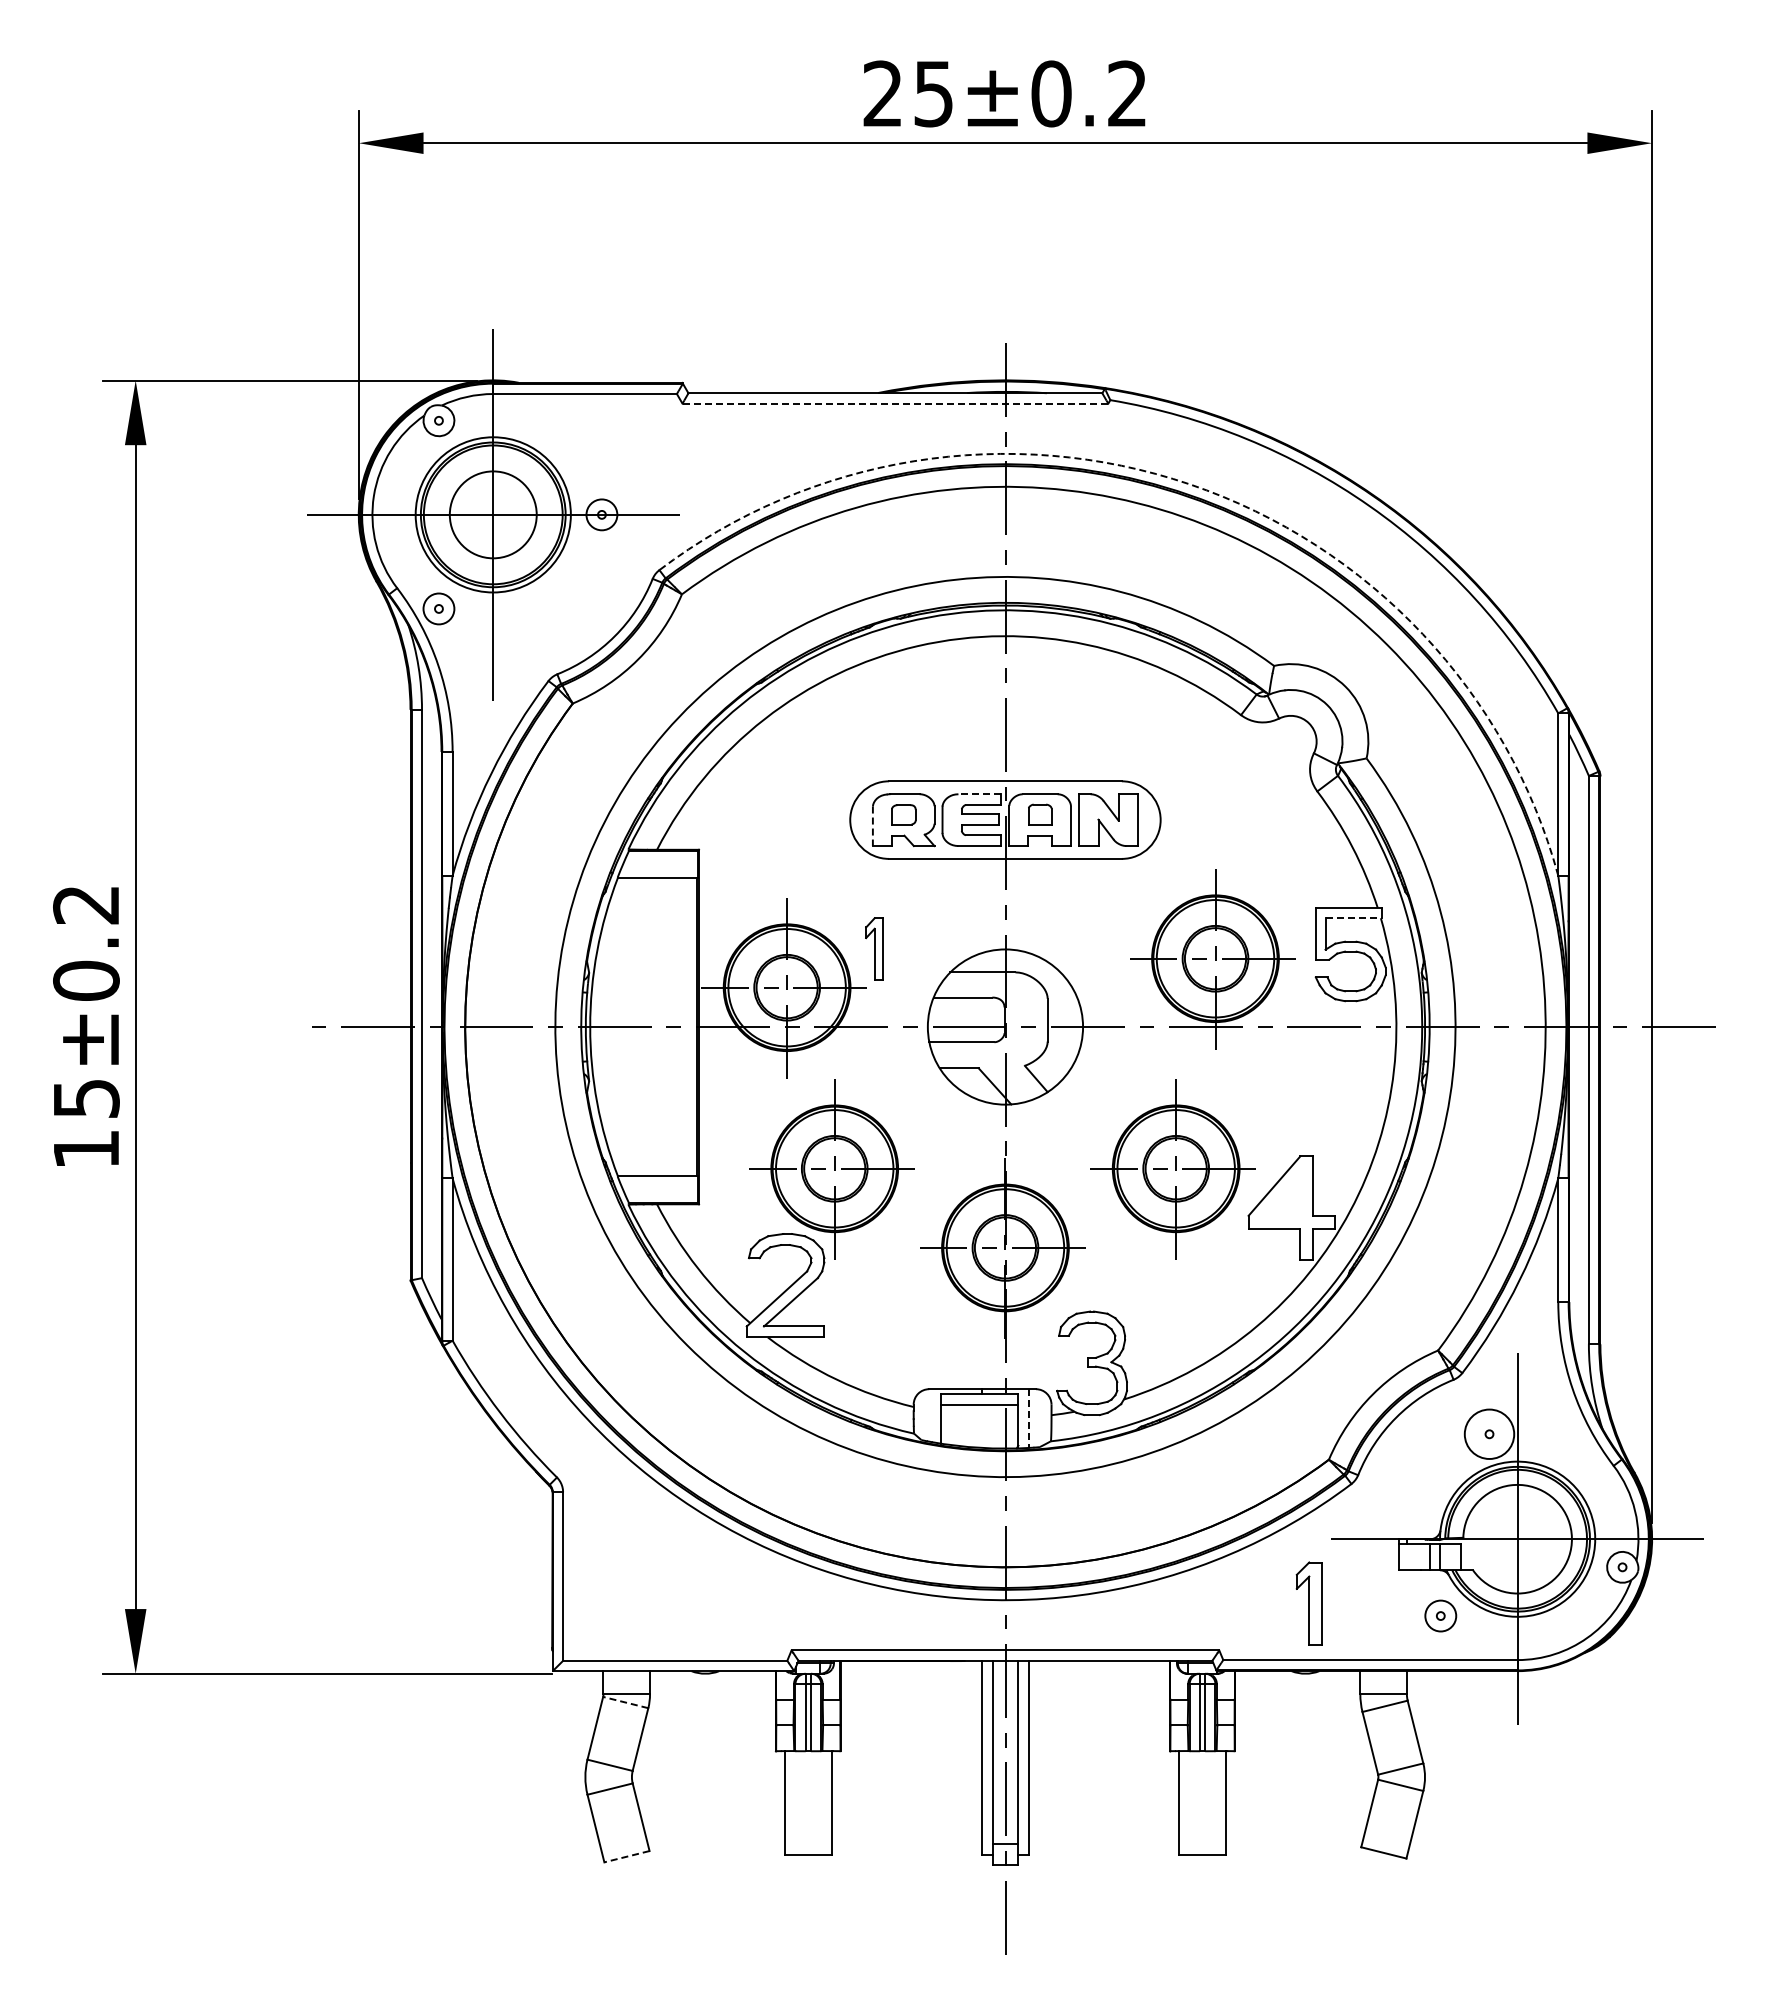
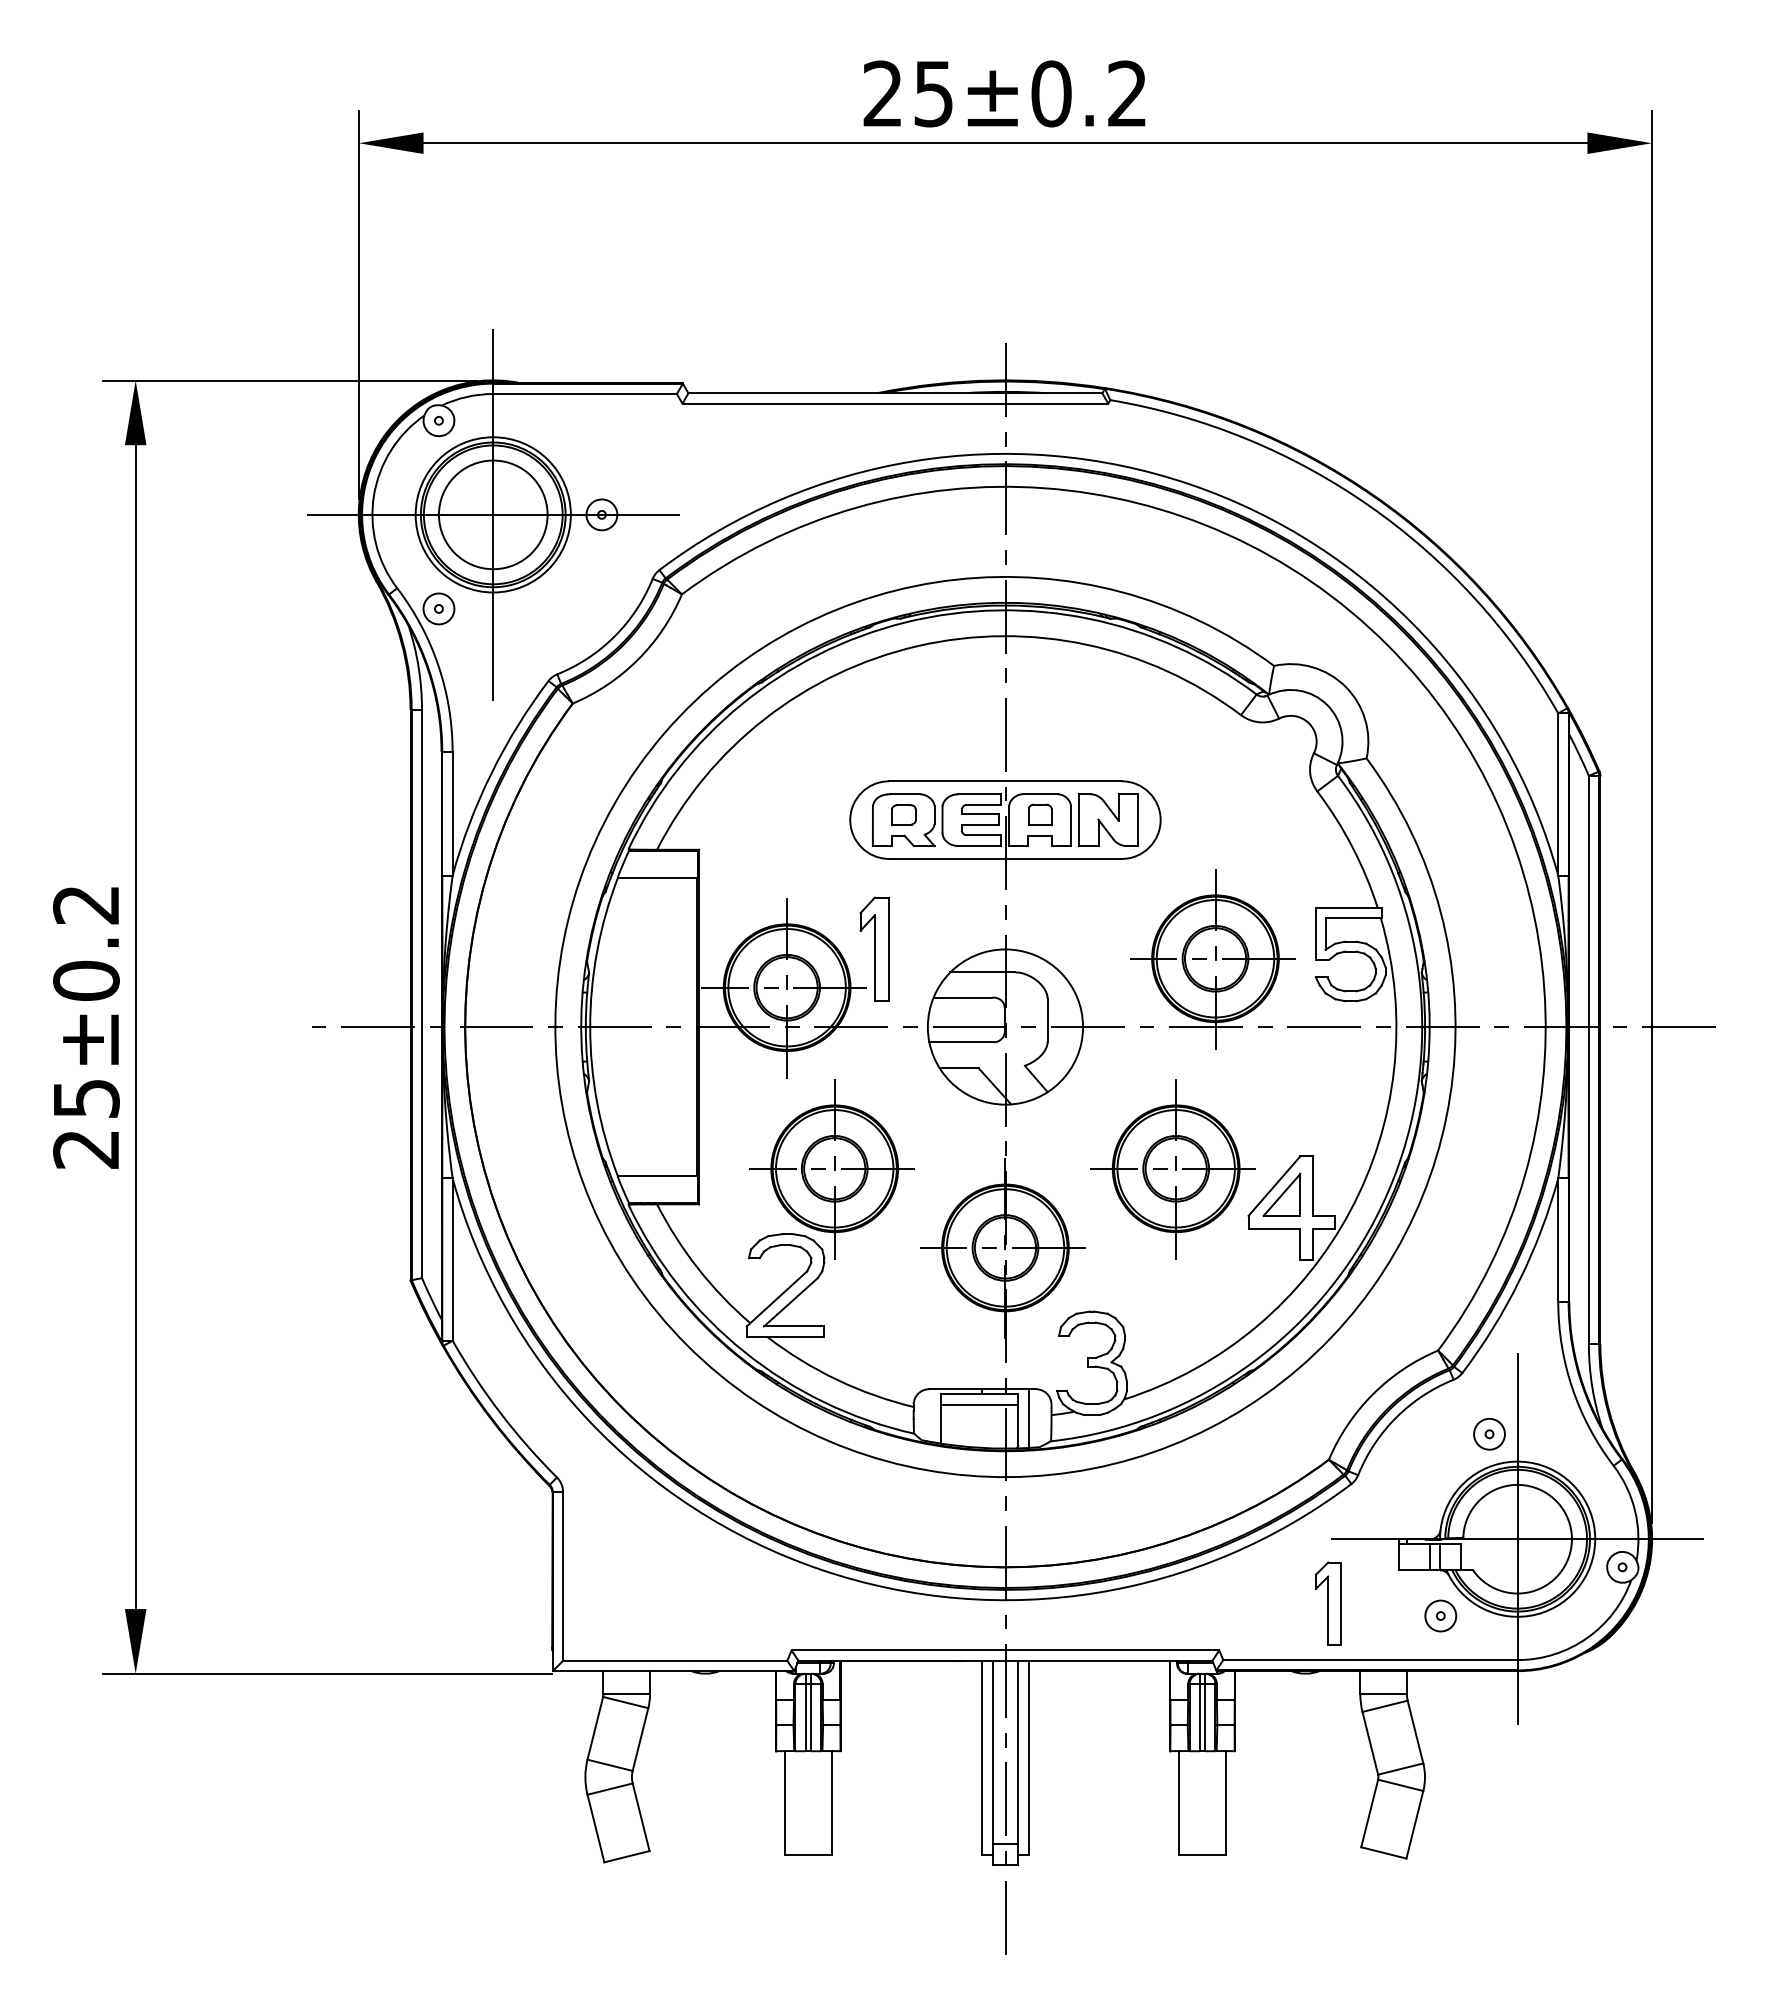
line at (895, 403): dashed -> solid
arc at (1189, 484): dashed -> solid
circle at (492, 514) diameter: 87 px -> 109 px
line at (979, 794): dashed -> solid
line at (872, 826): dashed -> solid
line at (1354, 917): dashed -> solid
part at (874, 948) size: 19x64 px -> 31x106 px
text at (85, 1149): 15±0.2 -> 25±0.2
part at (1281, 1194): none -> present
line at (1028, 1419): dashed -> solid
circle at (1489, 1433) diameter: 49 px -> 31 px
part at (1308, 1603) position: (1308, 1603) -> (1327, 1603)
line at (625, 1702): dashed -> solid
line at (626, 1856): dashed -> solid
